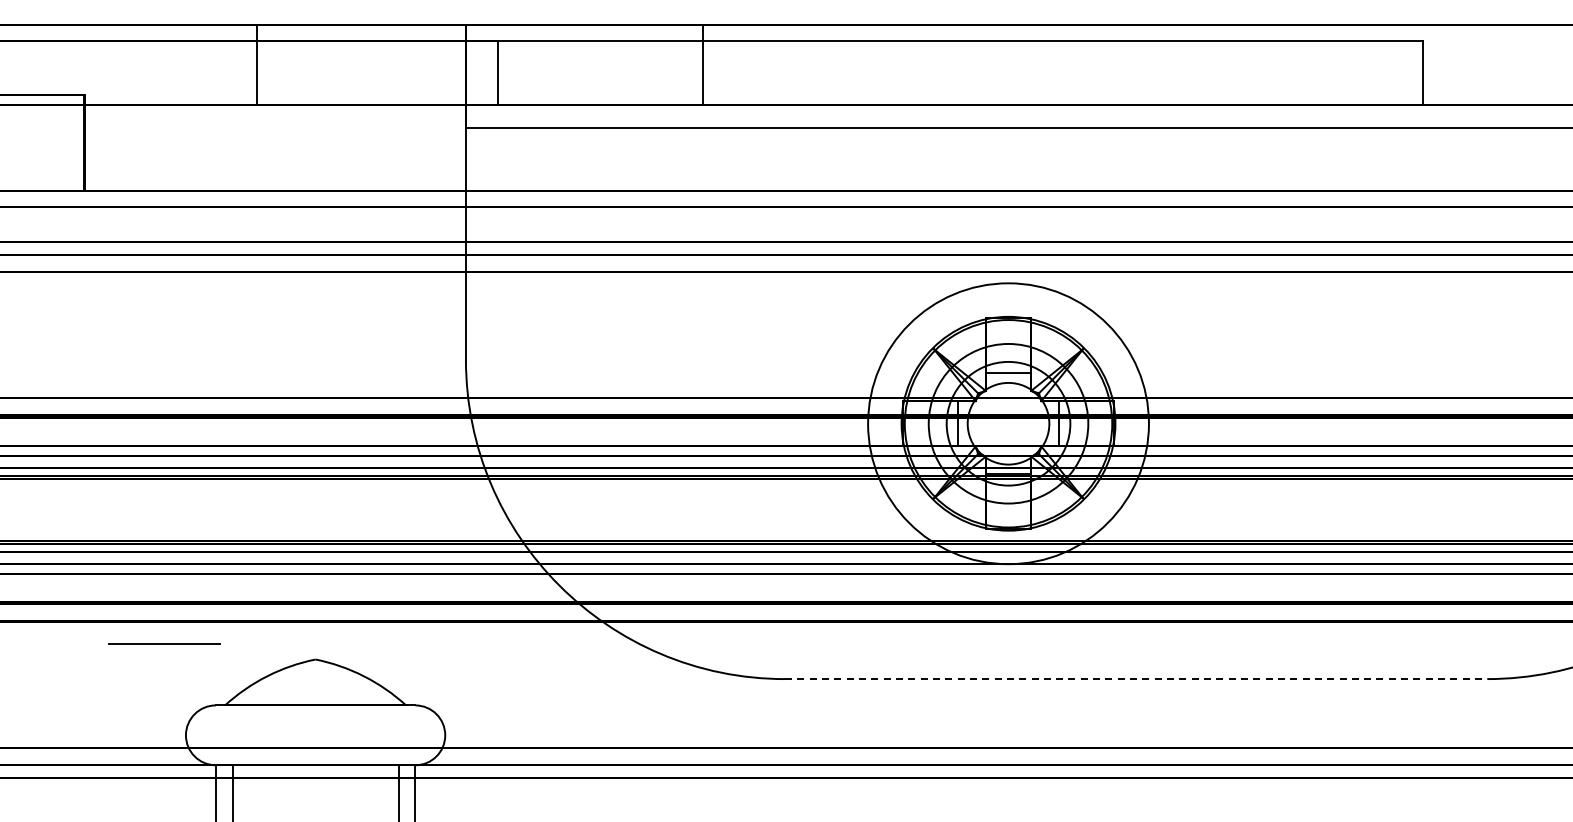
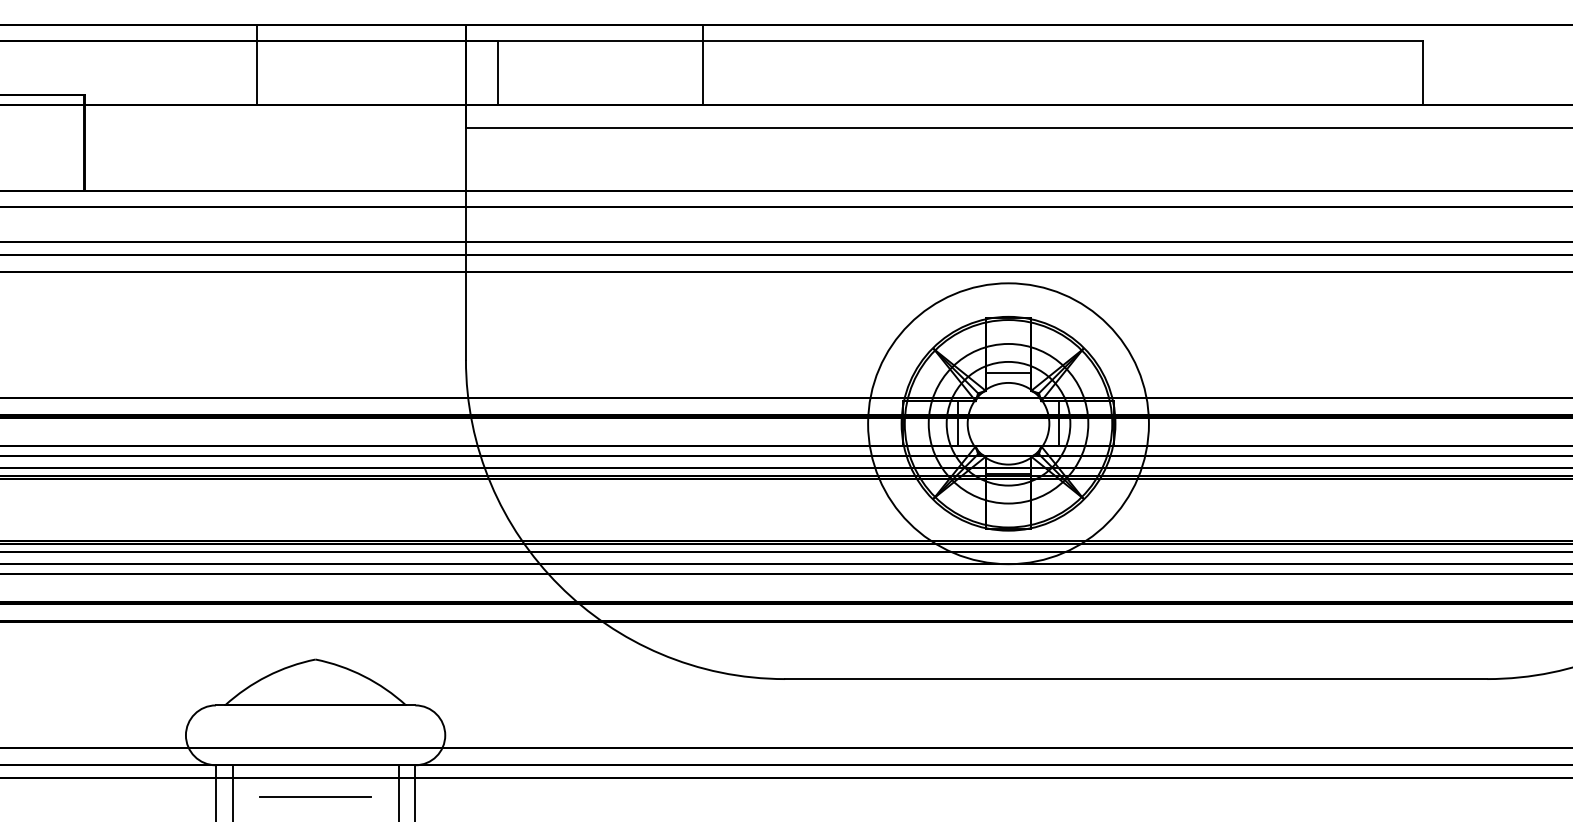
line at (164, 643) position: (164, 643) -> (315, 796)
line at (1136, 679): dashed -> solid
